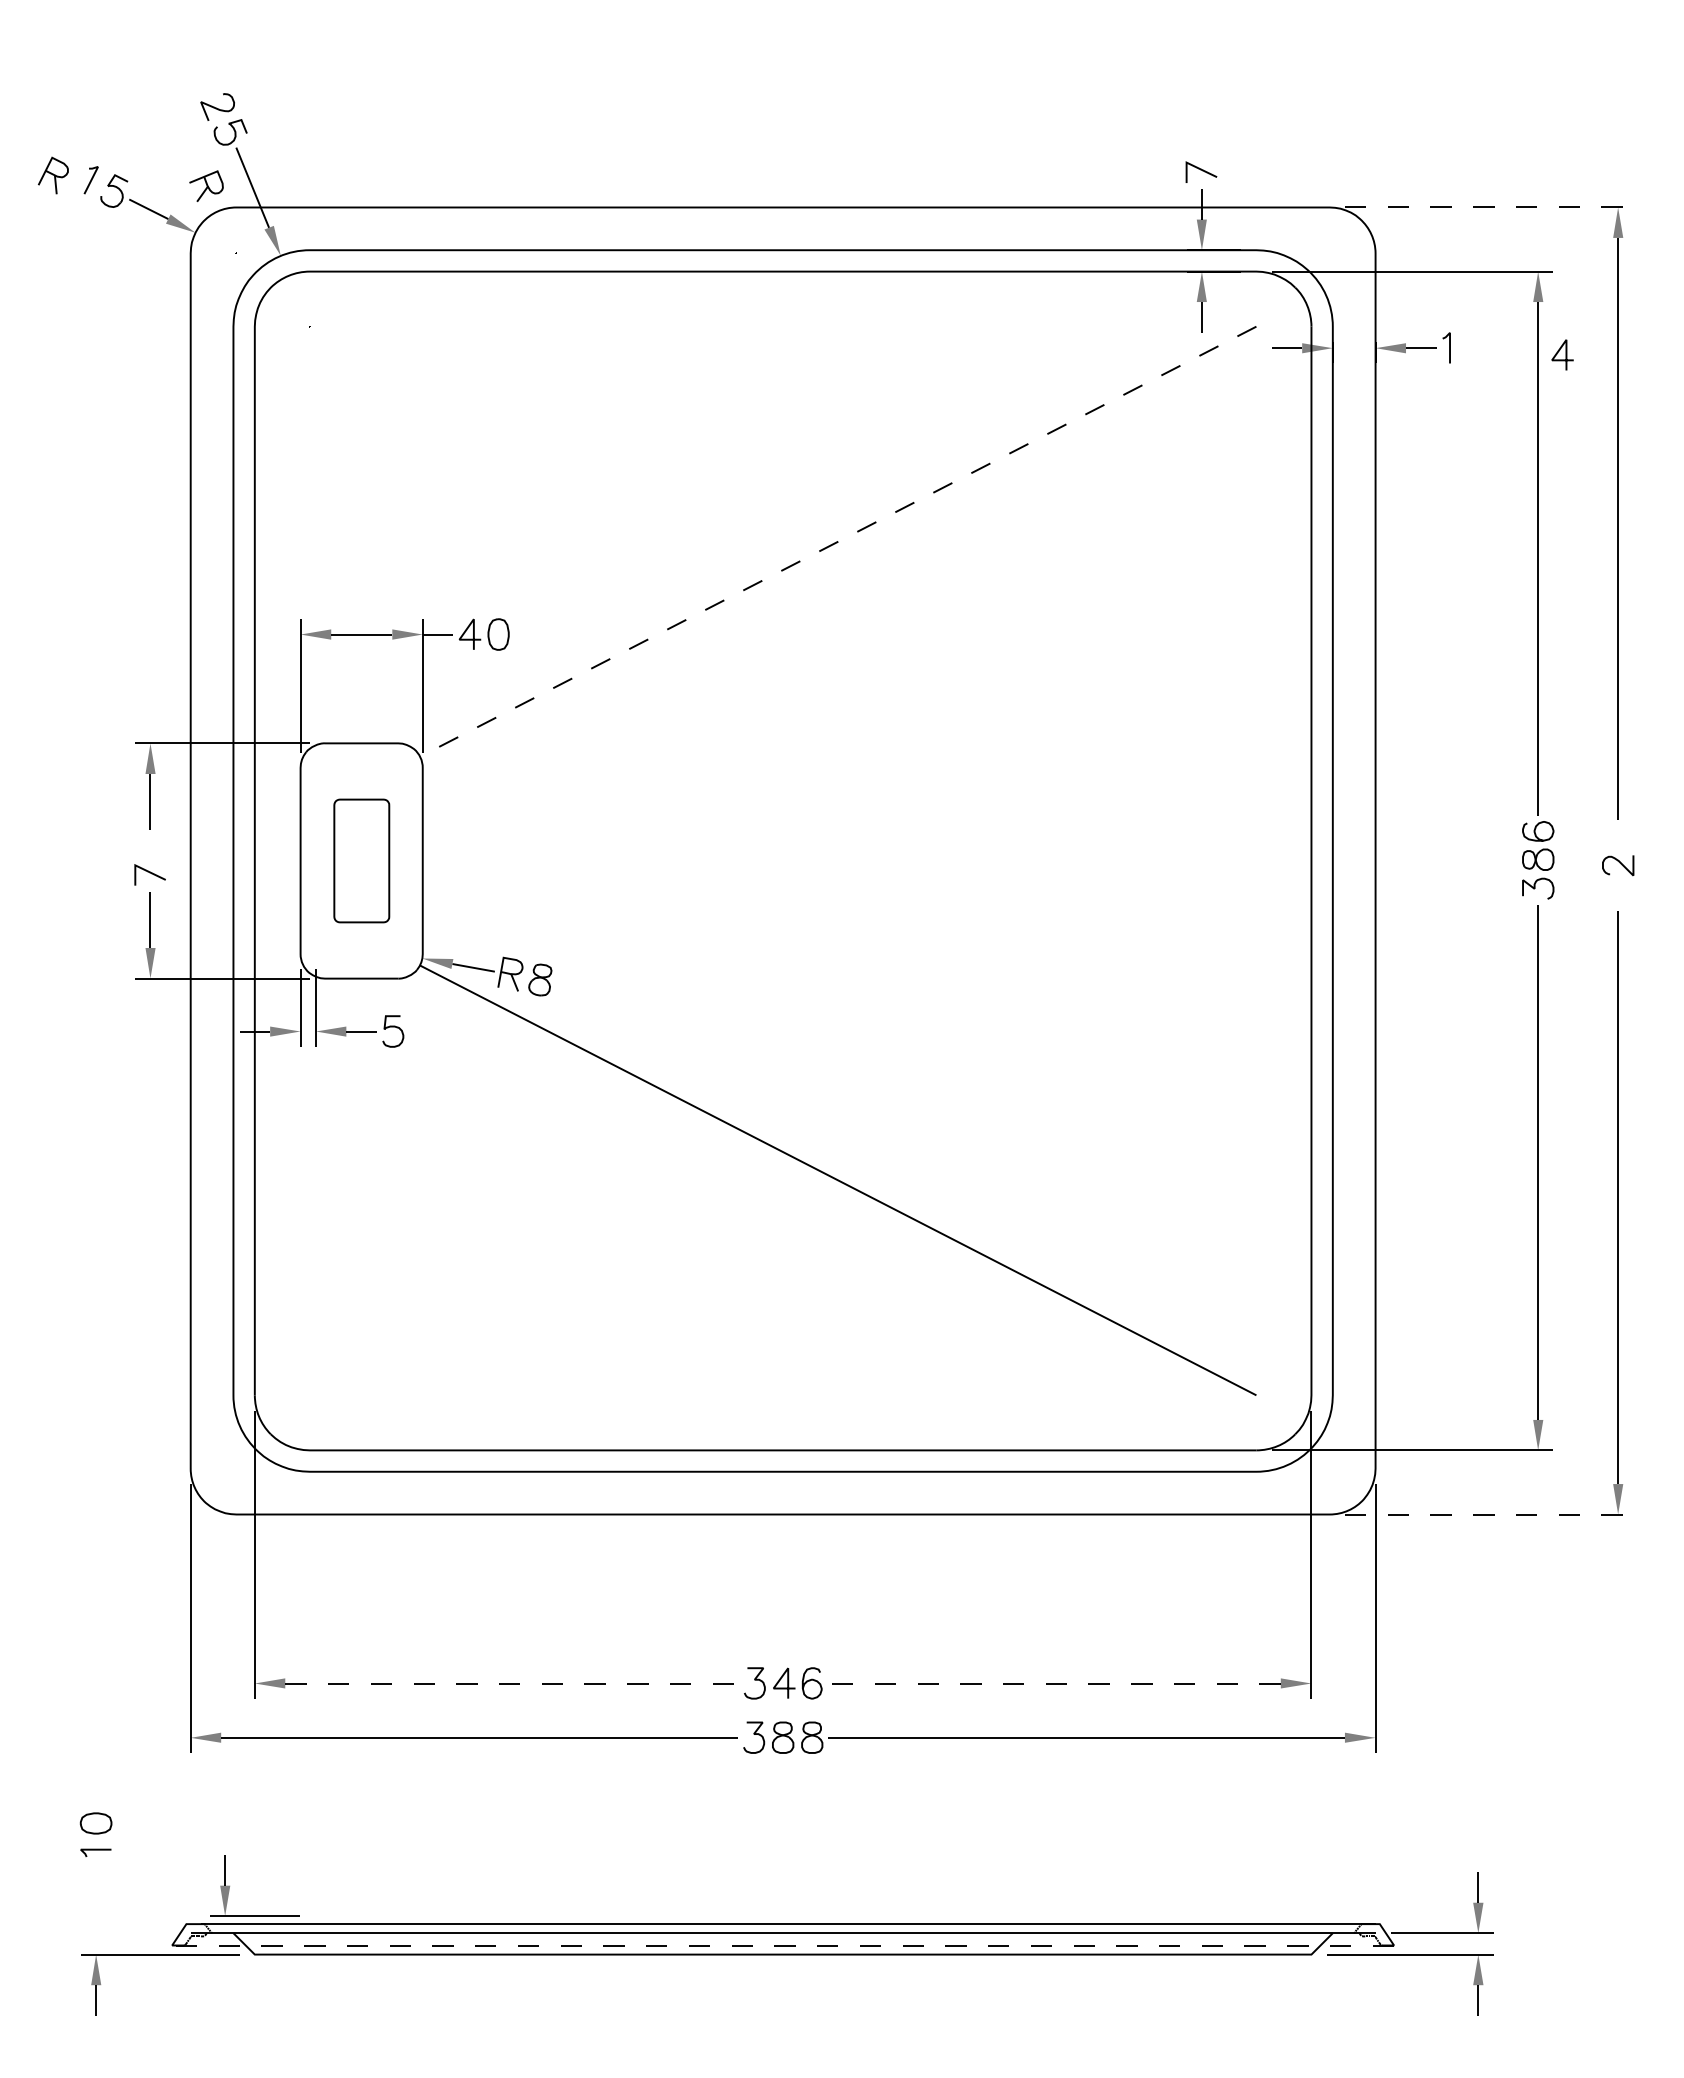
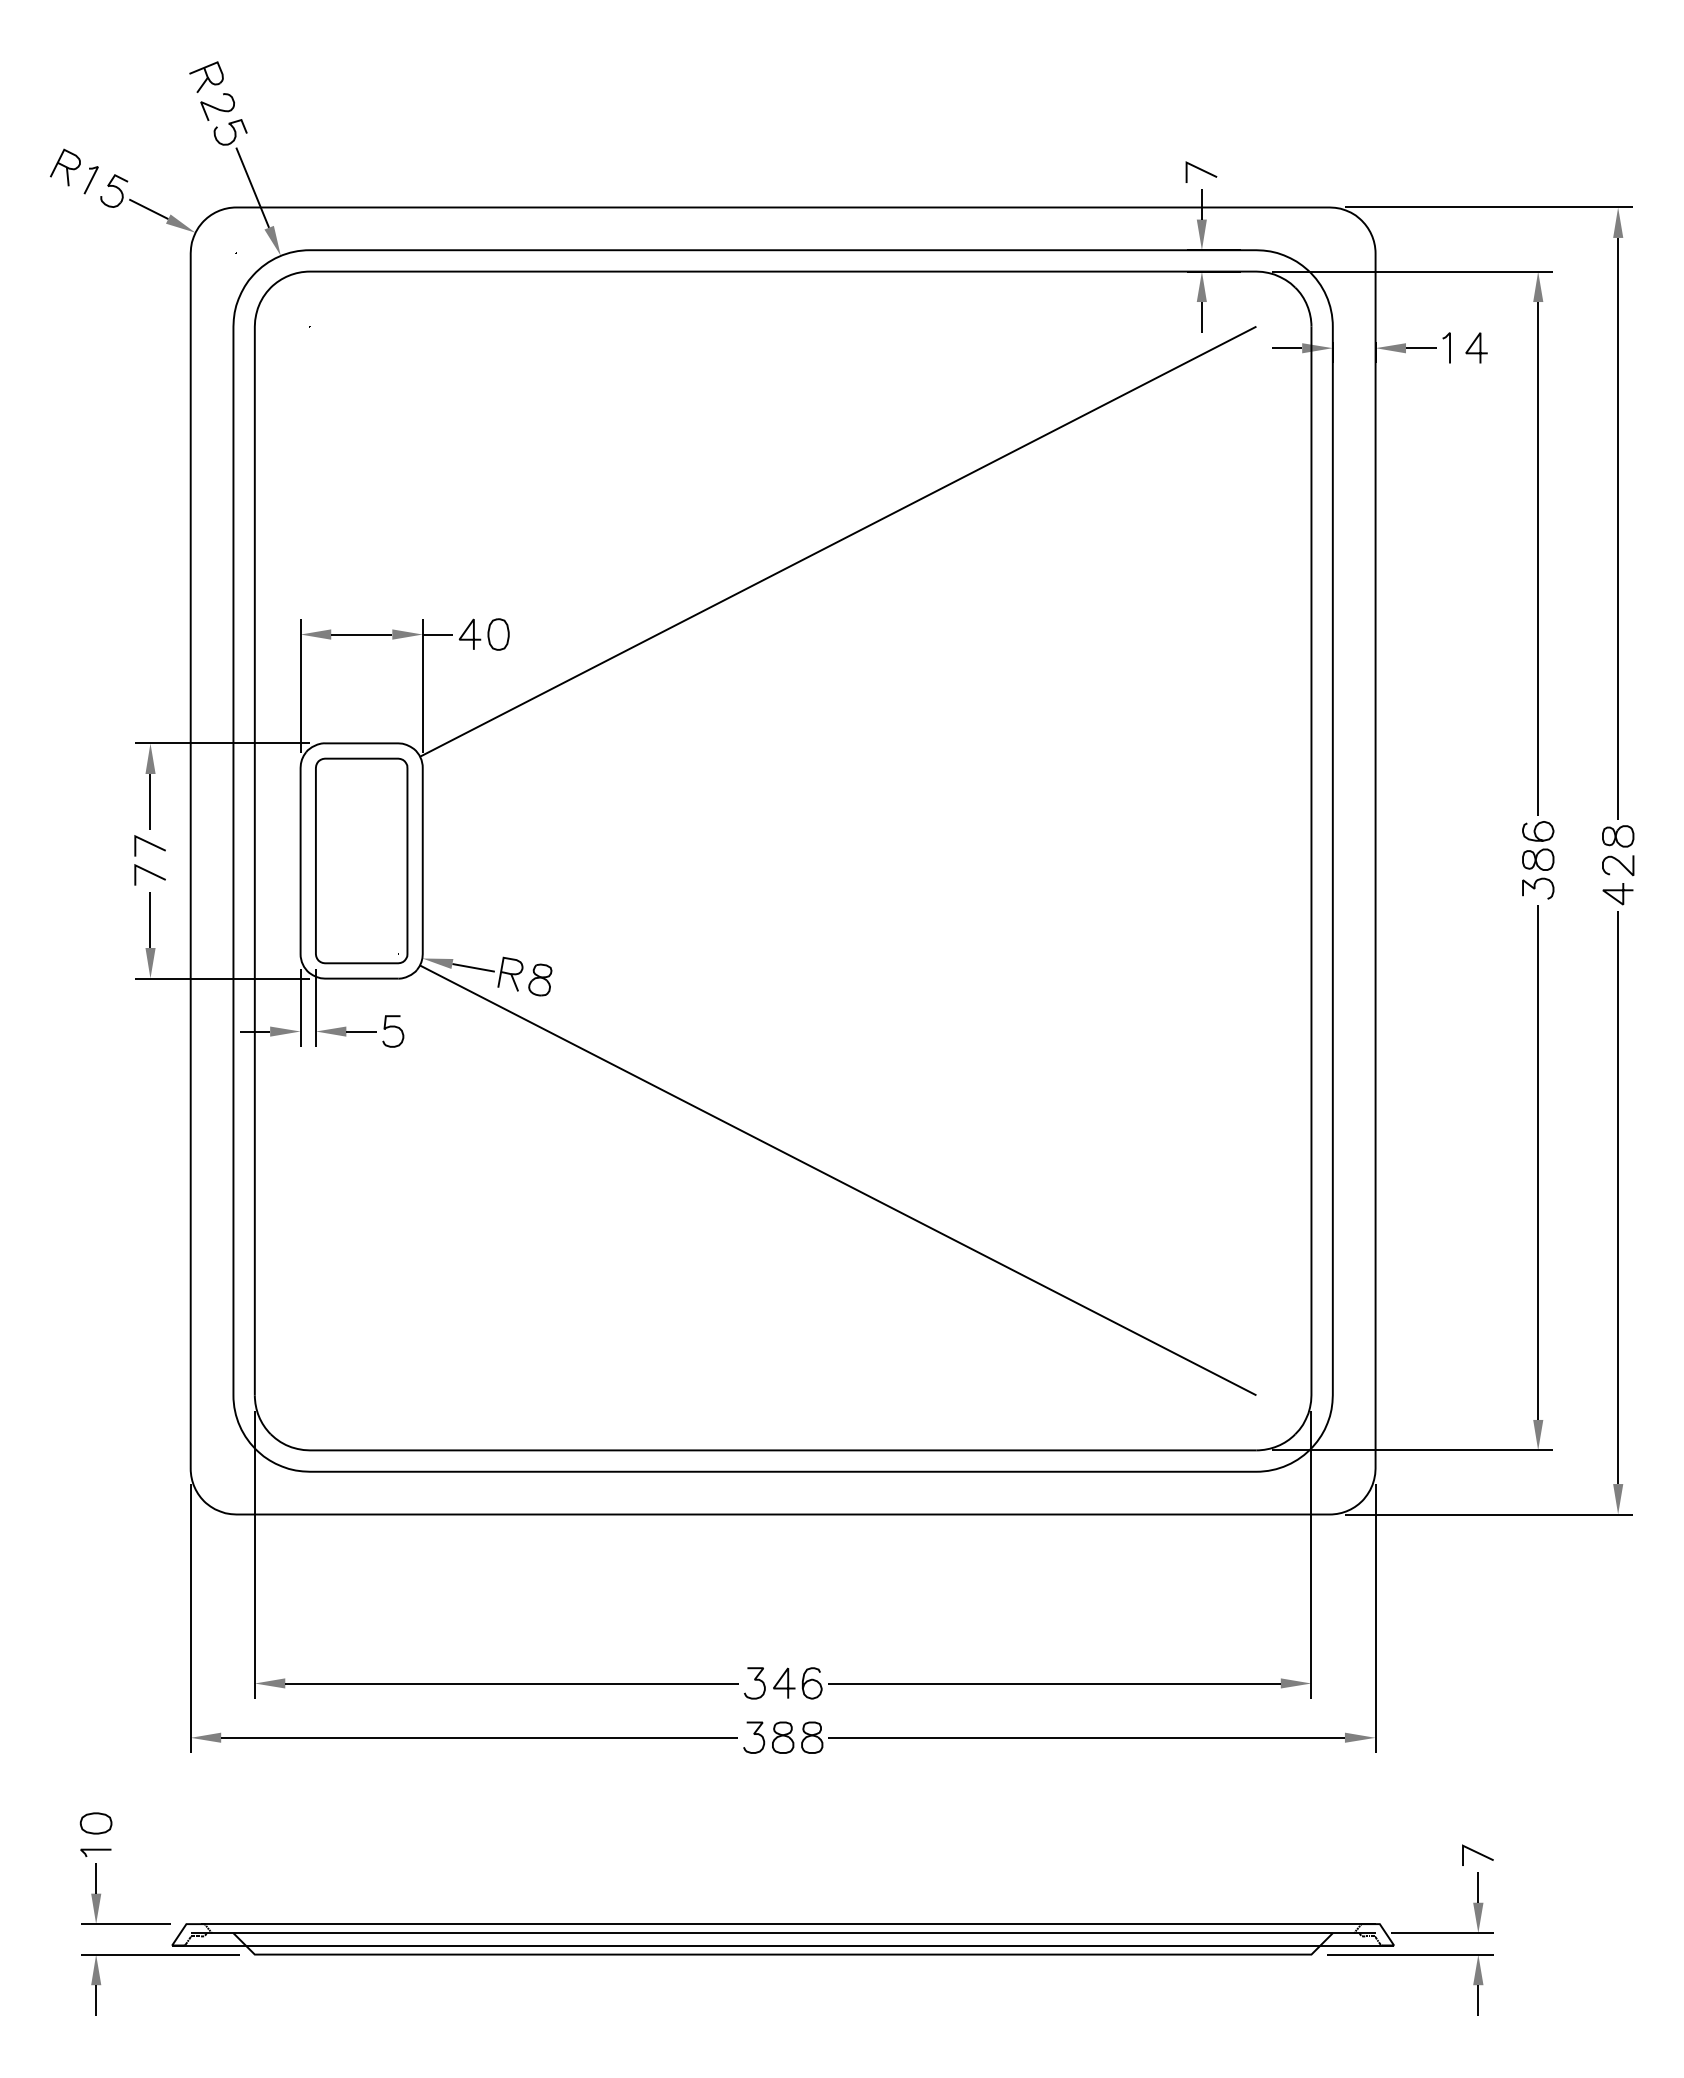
part at (53, 175) position: (53, 175) -> (65, 167)
part at (206, 185) position: (206, 185) -> (206, 76)
line at (1489, 207): dashed -> solid
line at (1565, 354) position: (1565, 354) -> (1479, 347)
line at (837, 541): dashed -> solid
part at (1618, 836): none -> present
line at (149, 844): none -> present
part at (361, 860) size: 58x126 px -> 94x208 px
line at (1617, 891): none -> present
line at (1489, 1514): dashed -> solid
line at (511, 1683): dashed -> solid
line at (1054, 1683): dashed -> solid
line at (1477, 1853): none -> present
part at (229, 1885) position: (229, 1885) -> (100, 1893)
line at (783, 1945): dashed -> solid
